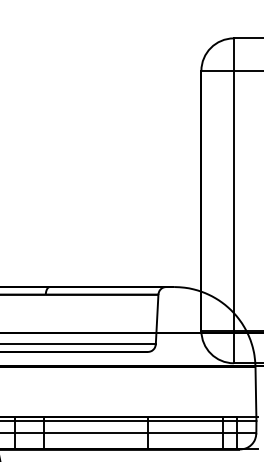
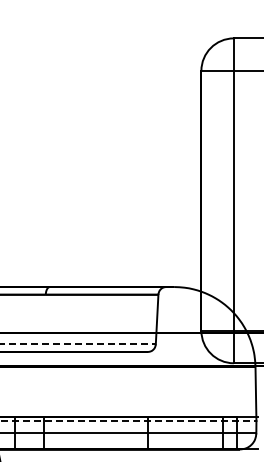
line at (78, 344): solid -> dashed
line at (128, 421): solid -> dashed
